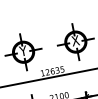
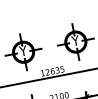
text at (75, 40): X -> Y
